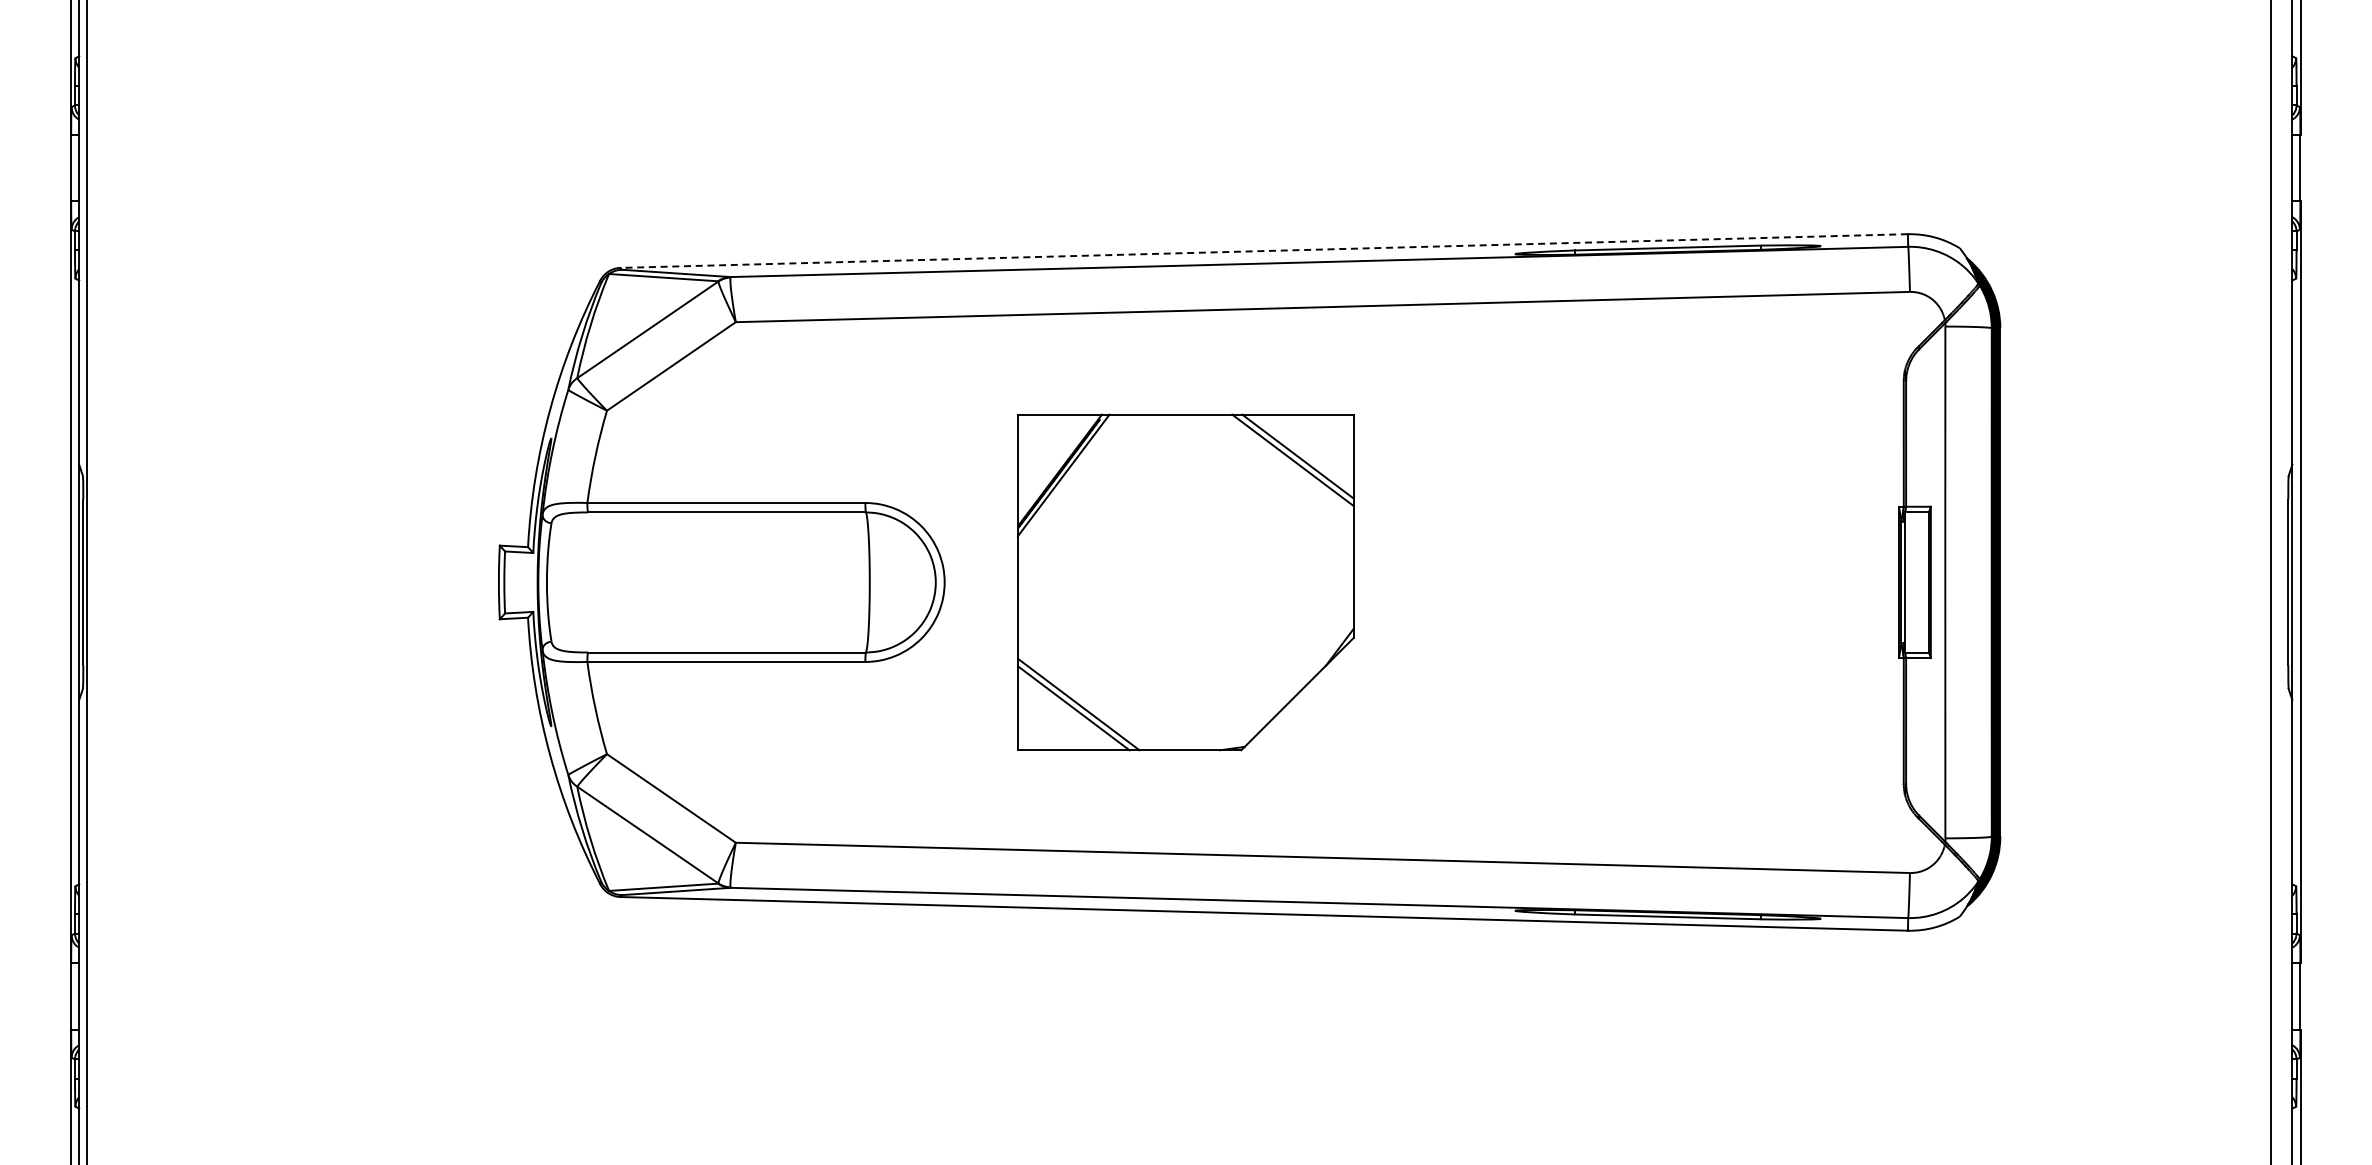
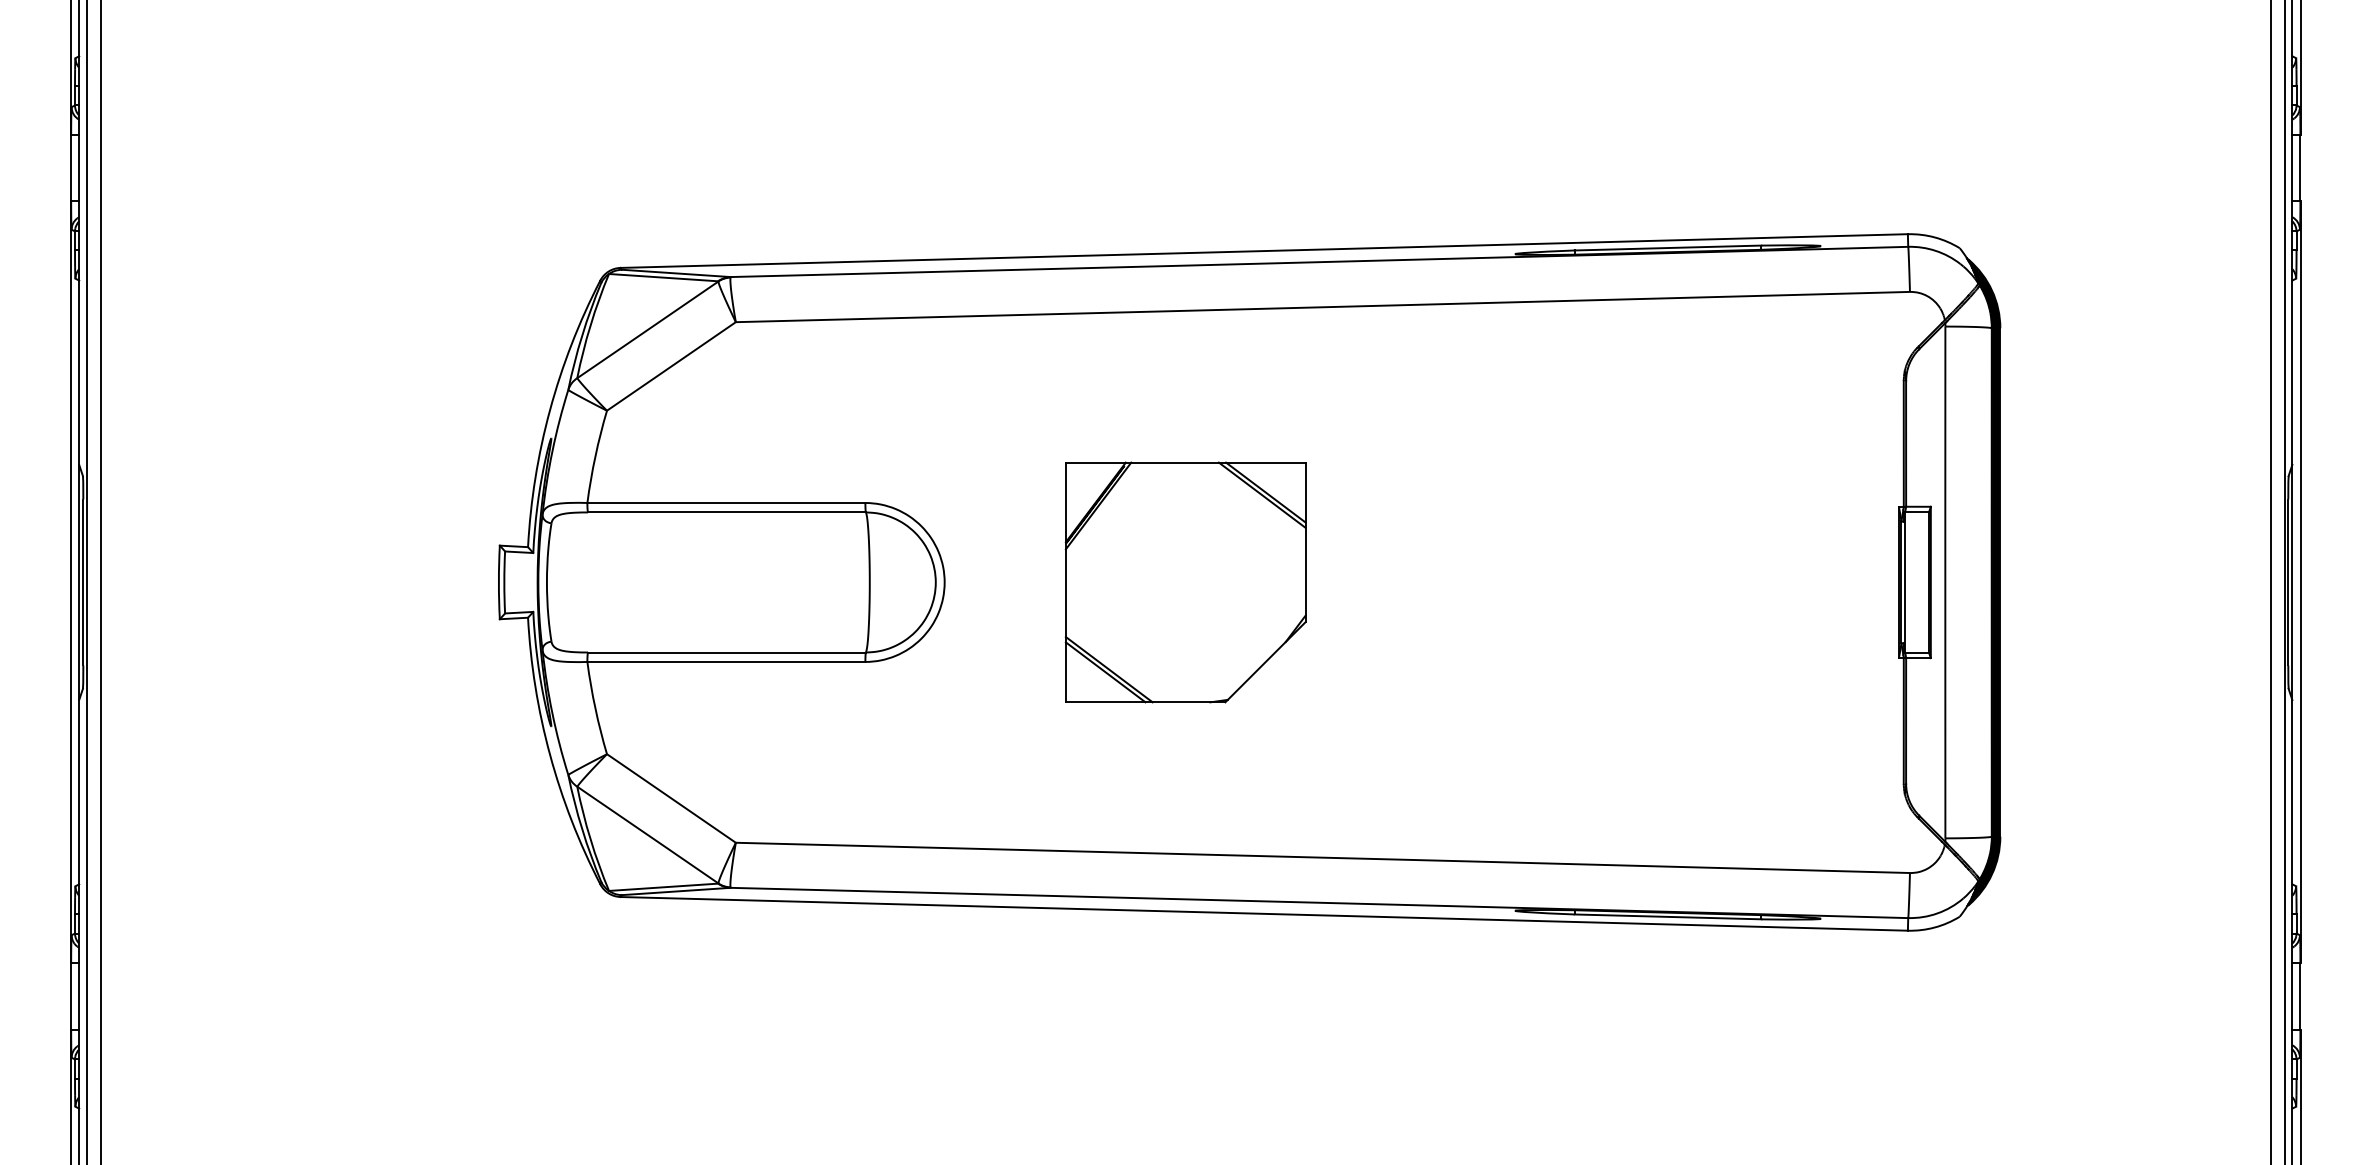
line at (1264, 251): dashed -> solid
line at (101, 581): none -> present
line at (2284, 581): none -> present
part at (1185, 582) size: 338x339 px -> 243x243 px
